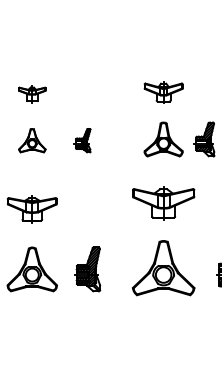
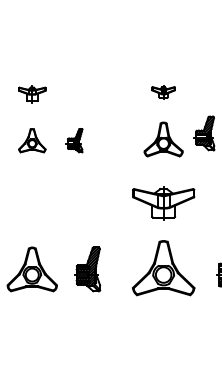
part at (163, 92) size: 41x23 px -> 25x15 px
part at (204, 139) position: (204, 139) -> (204, 133)
part at (82, 140) position: (82, 140) -> (74, 140)
part at (32, 209): present -> none
